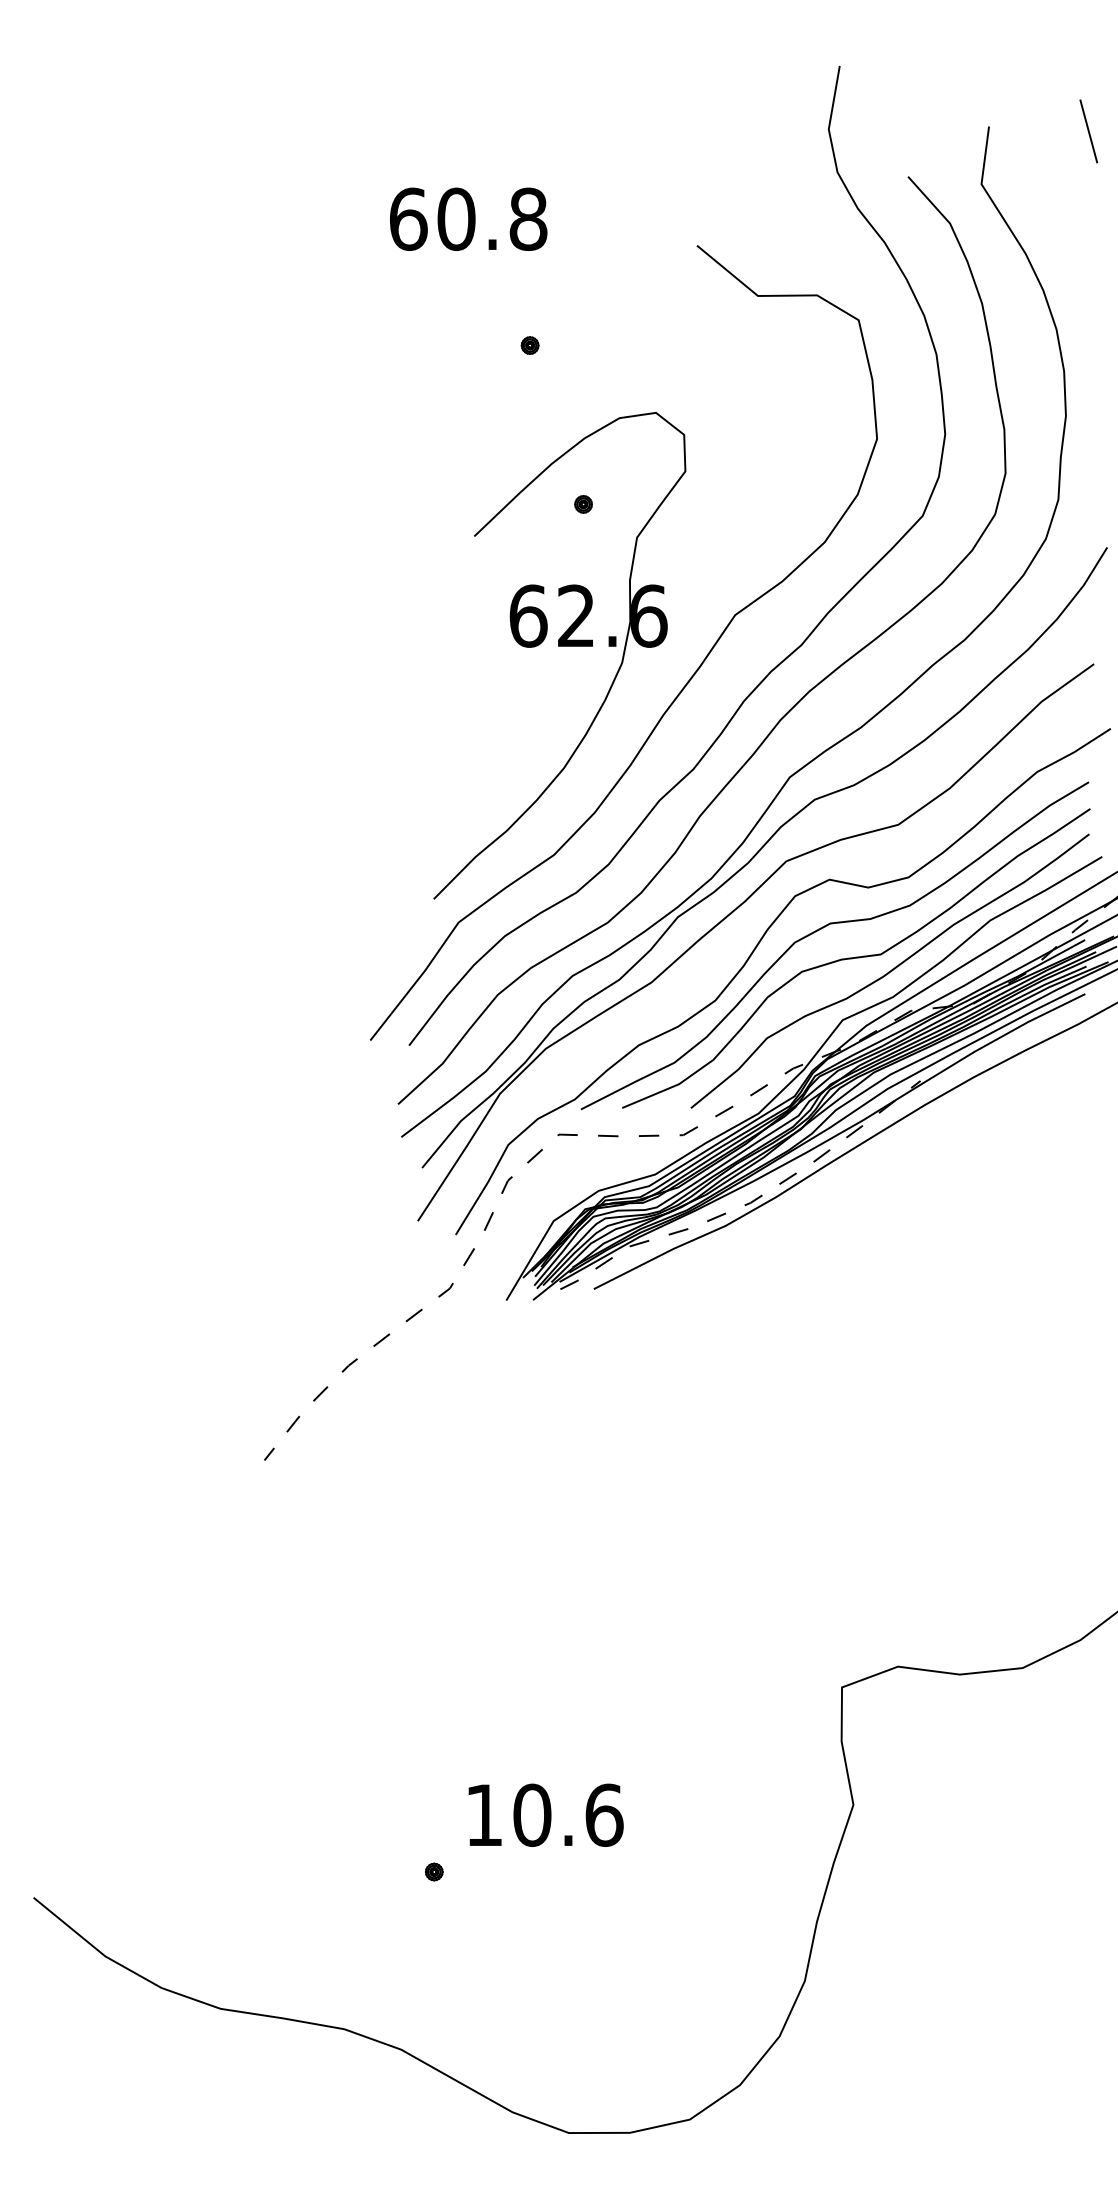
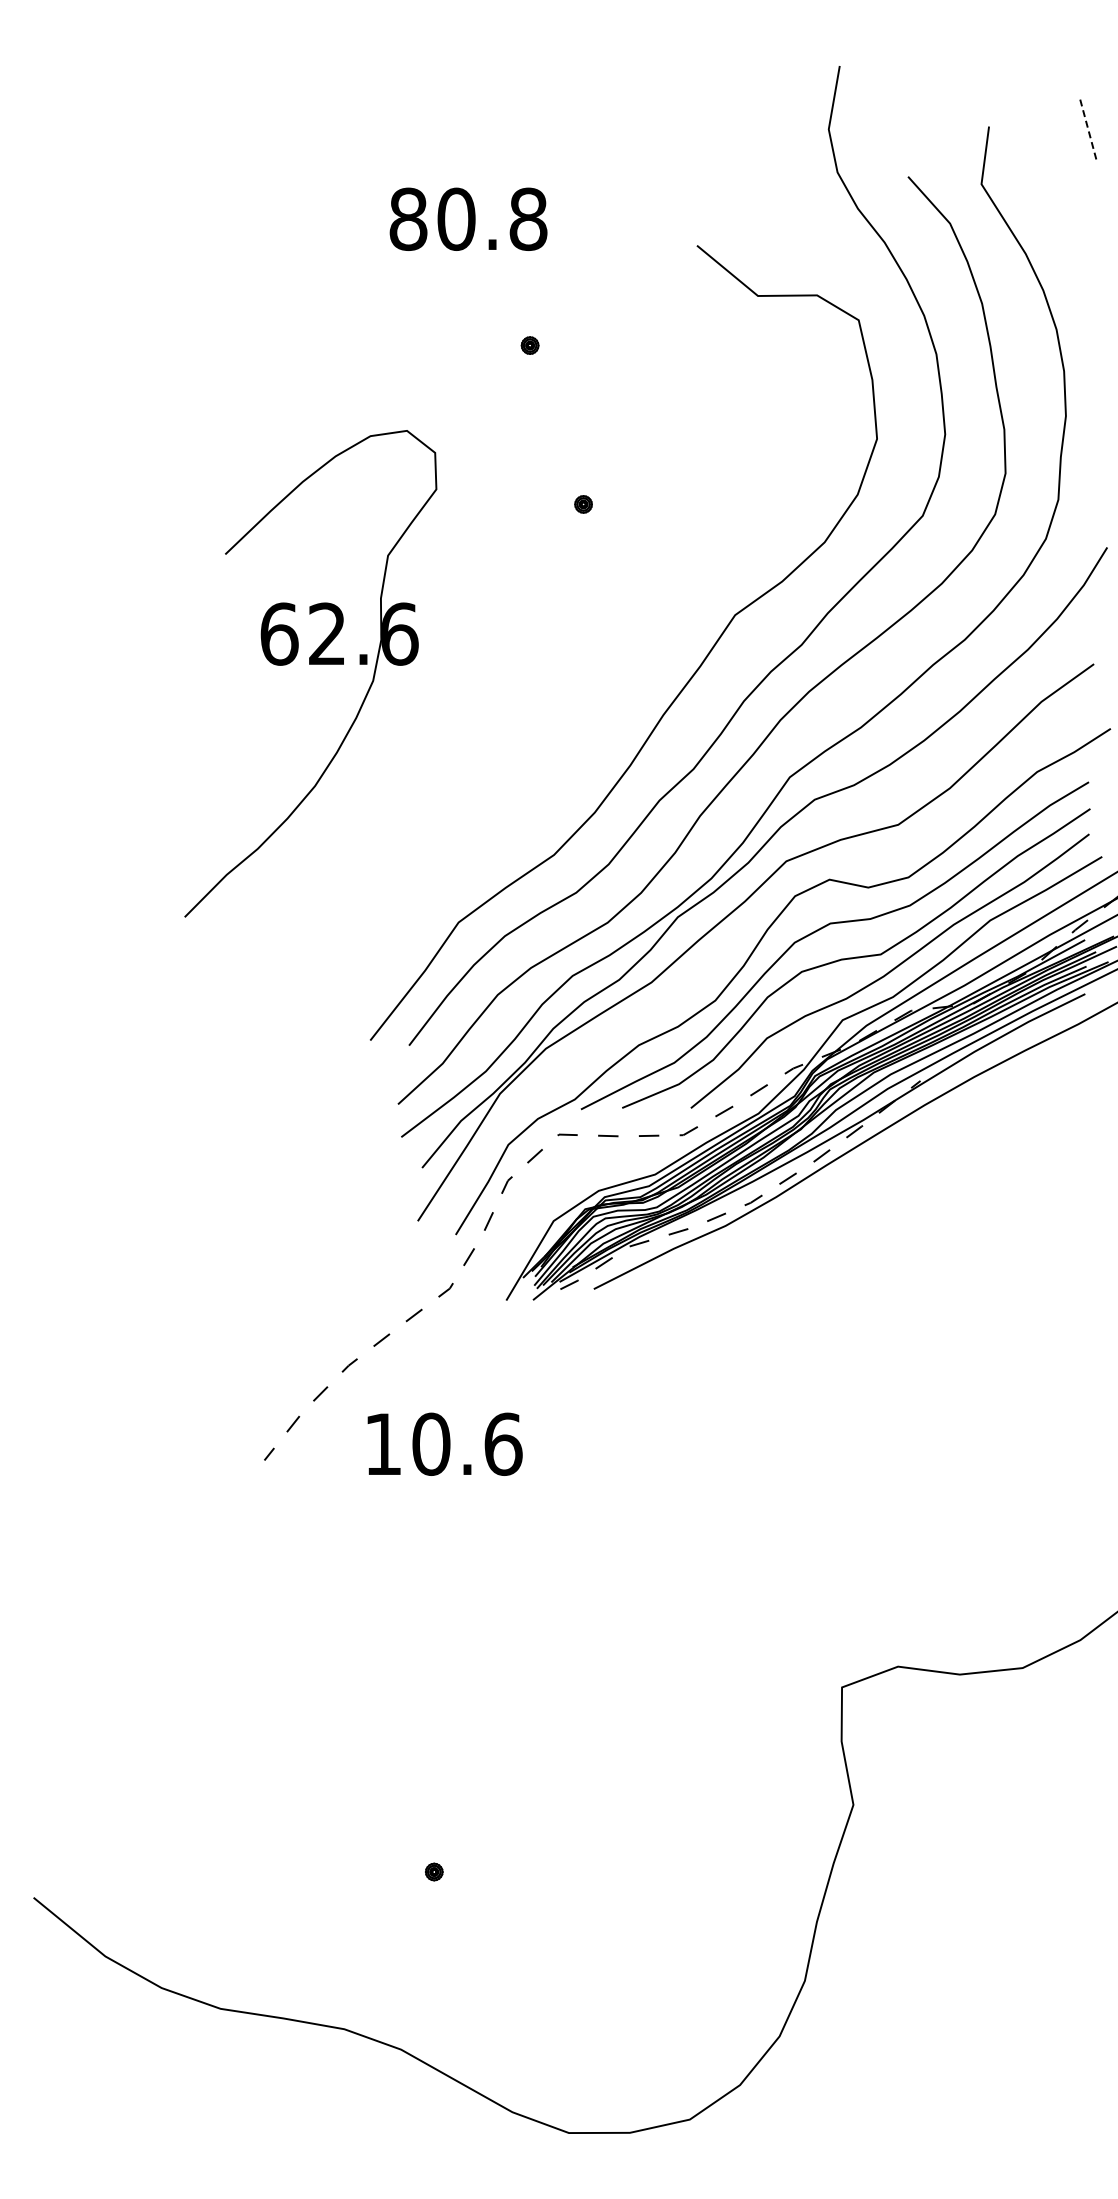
line at (1088, 131): solid -> dashed
text at (408, 218): 60.8 -> 80.8
part at (559, 646) position: (559, 646) -> (310, 664)
text at (545, 1814) position: (545, 1814) -> (444, 1443)
